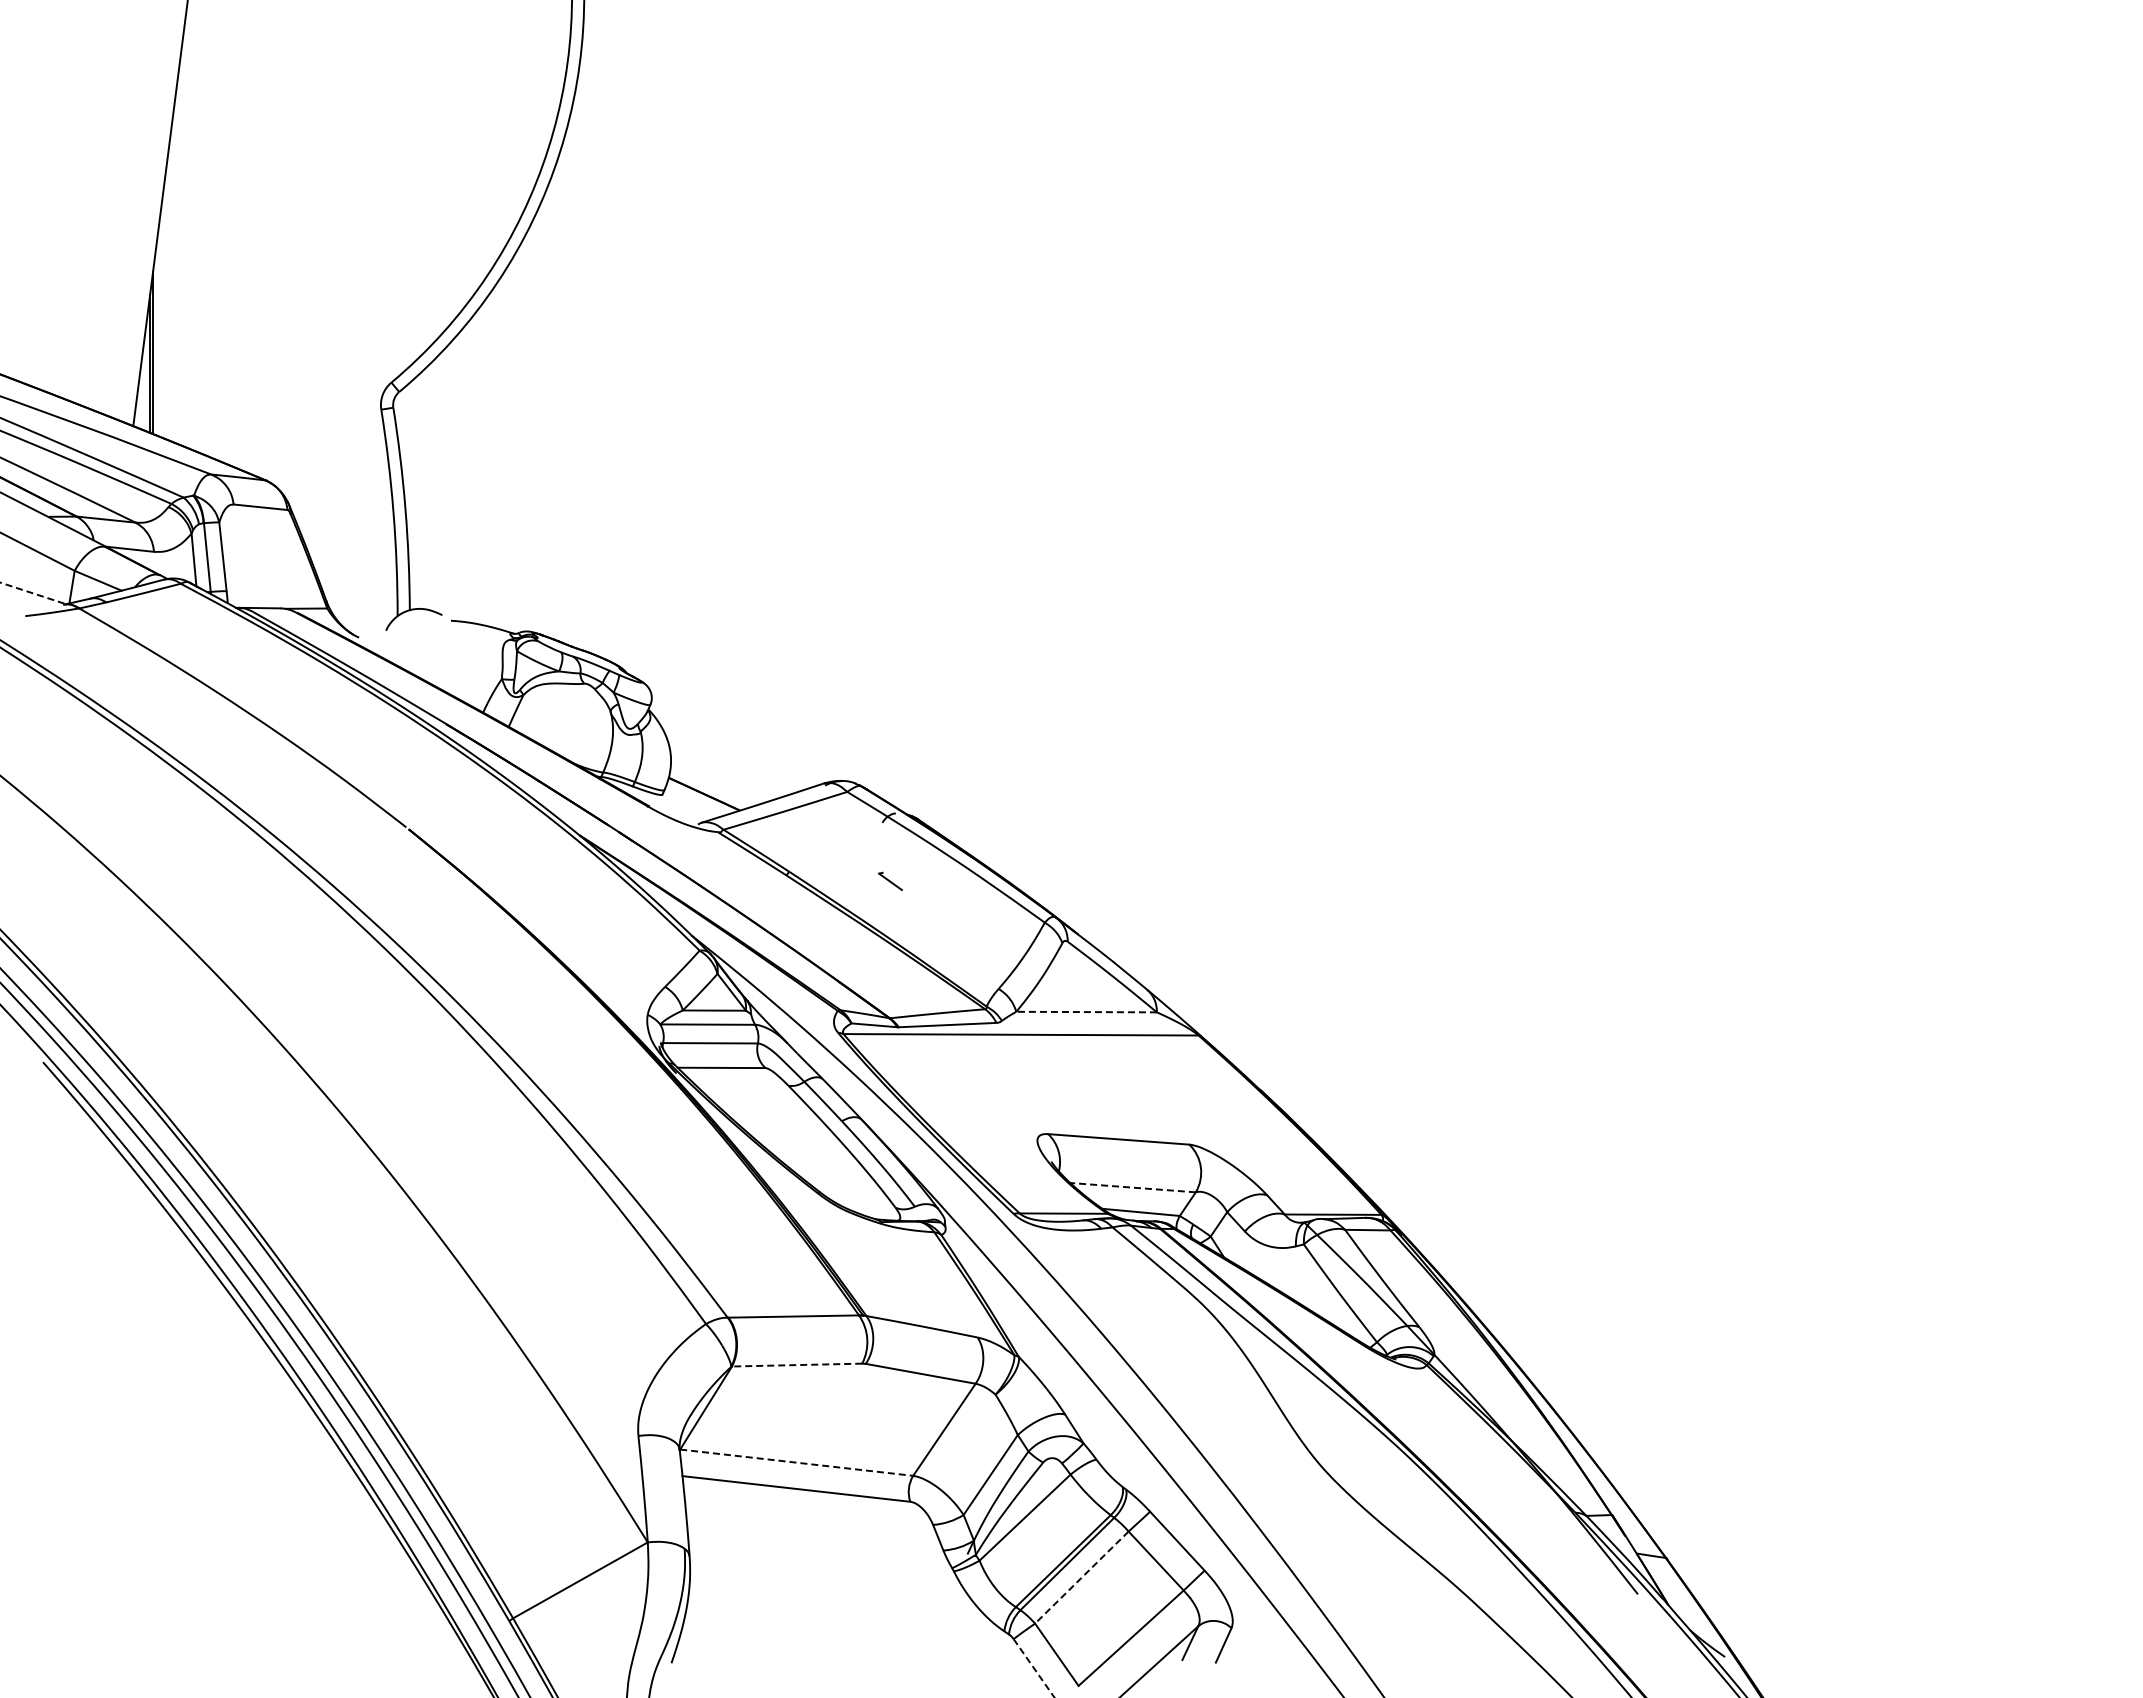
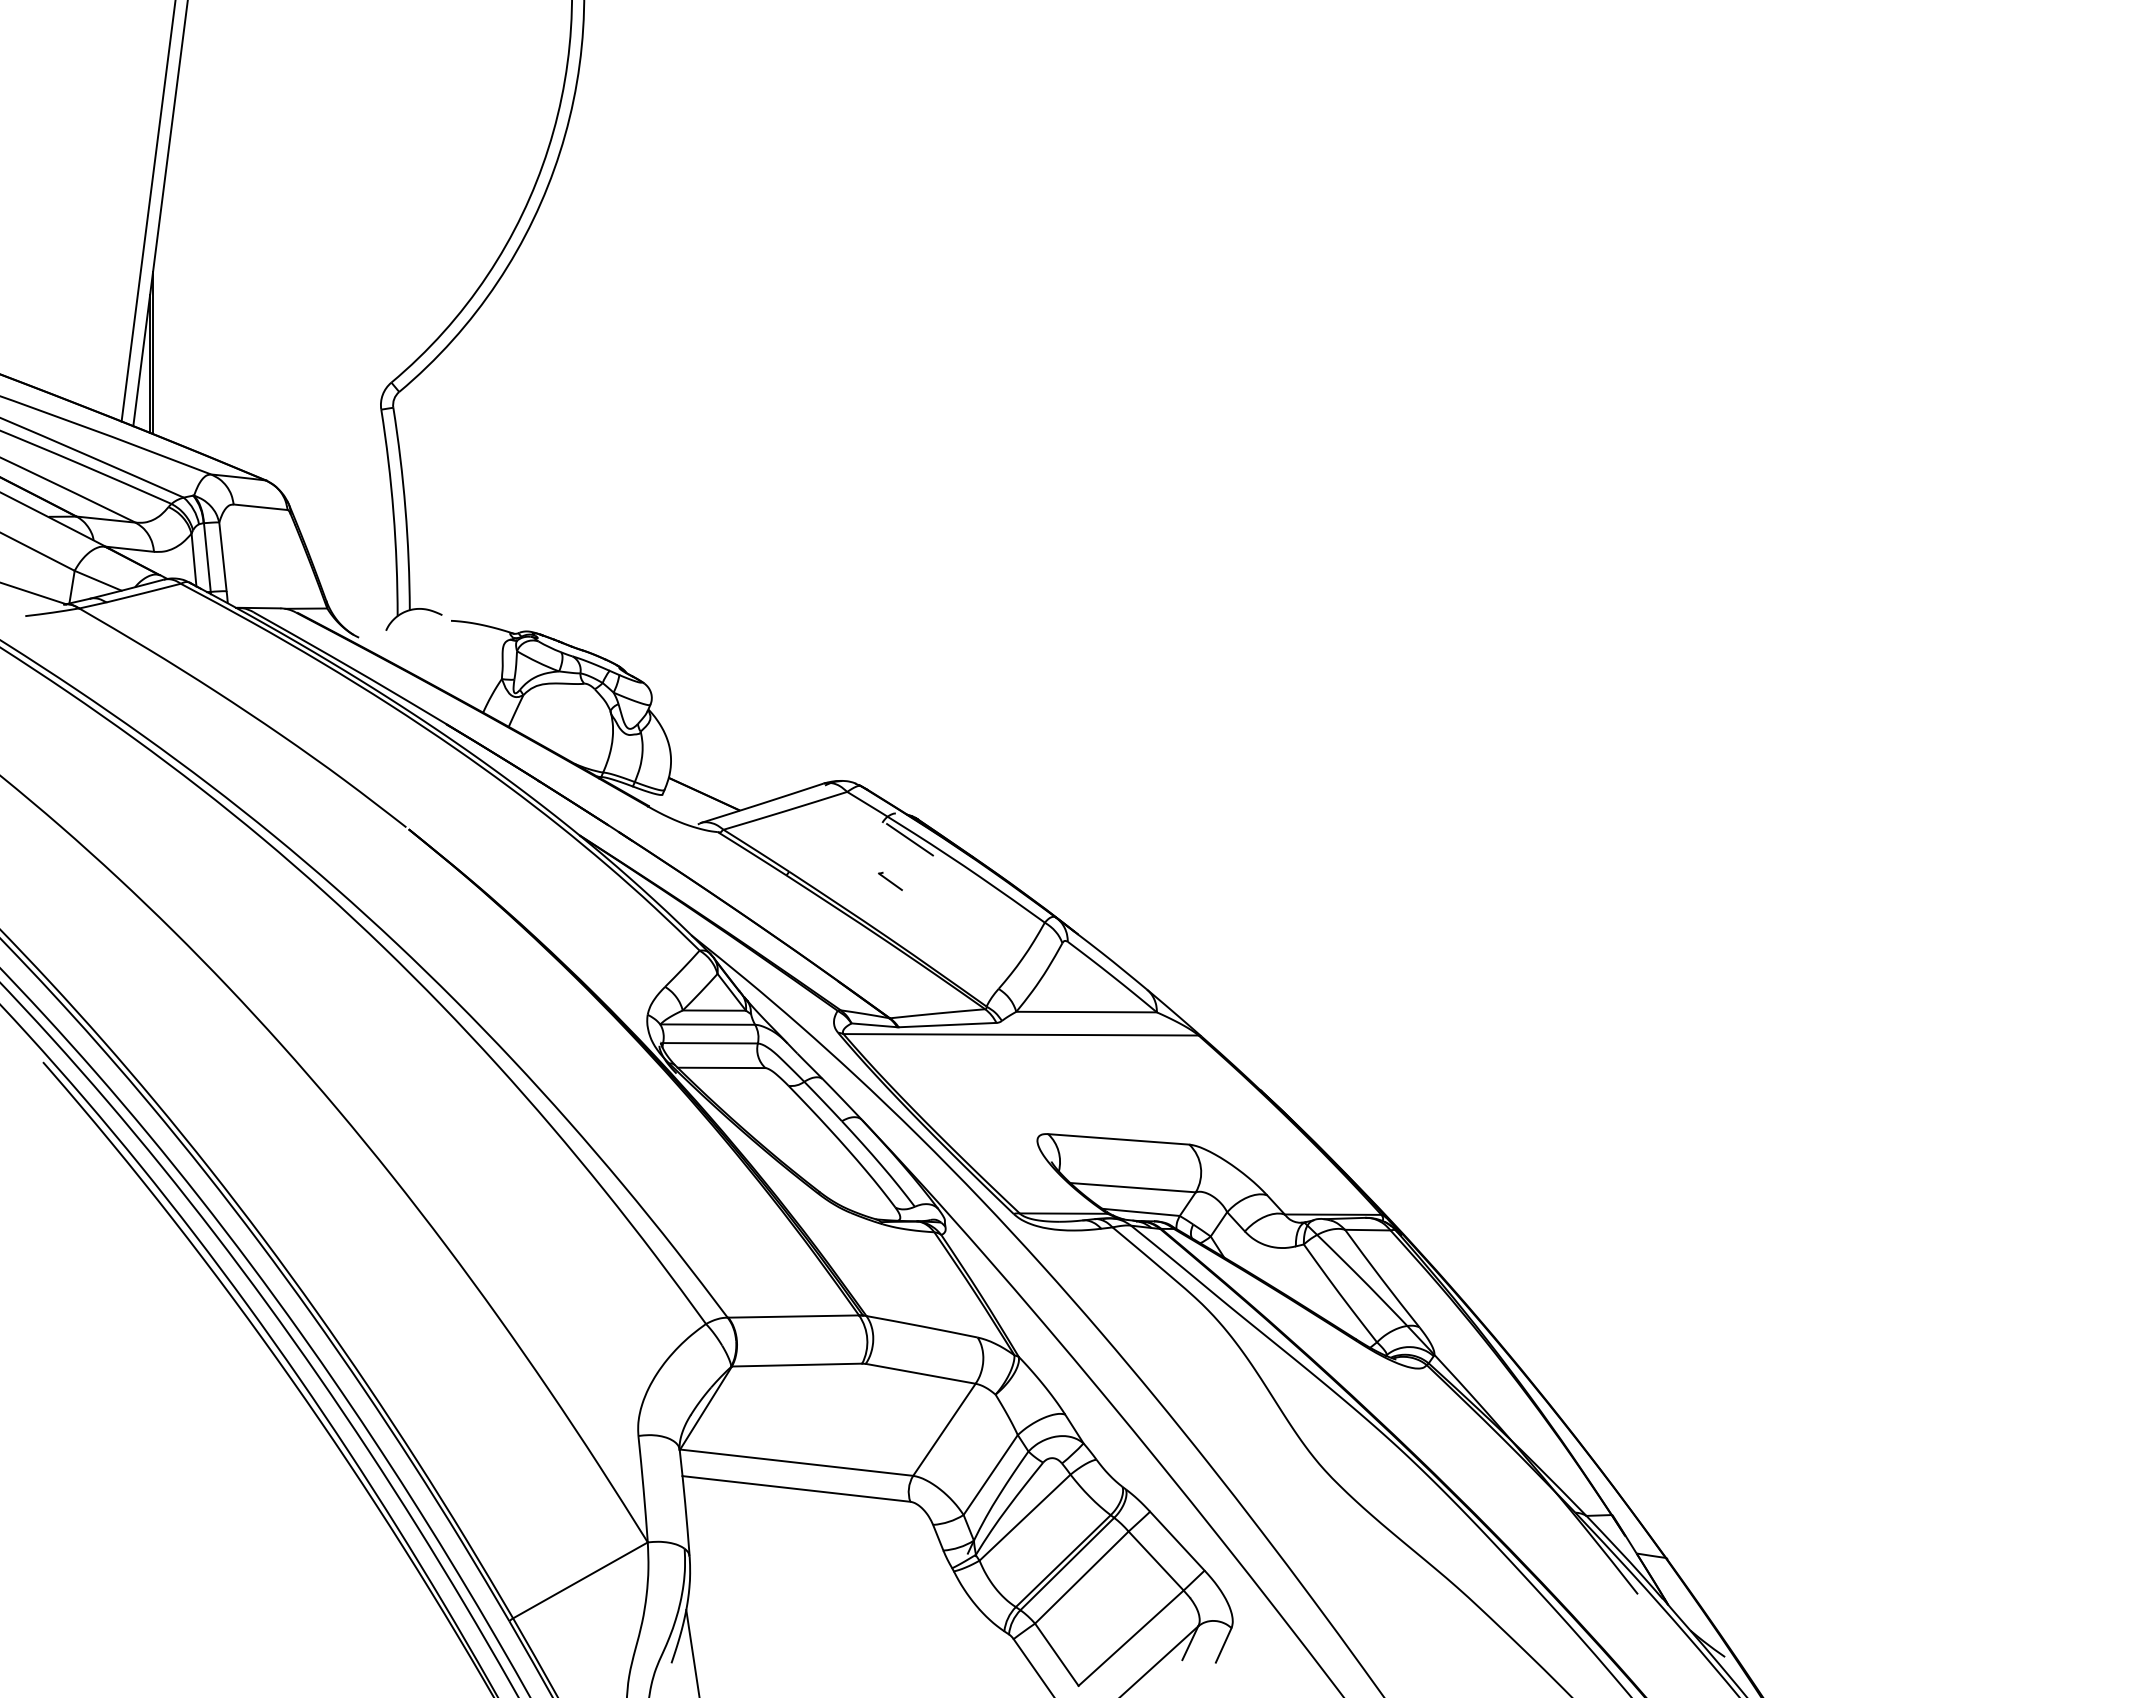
line at (148, 211): none -> present
line at (34, 593): dashed -> solid
line at (909, 839): none -> present
line at (1086, 1012): dashed -> solid
line at (1133, 1187): dashed -> solid
line at (796, 1365): dashed -> solid
line at (797, 1462): dashed -> solid
line at (1081, 1577): dashed -> solid
line at (692, 1651): none -> present
line at (1034, 1668): dashed -> solid
